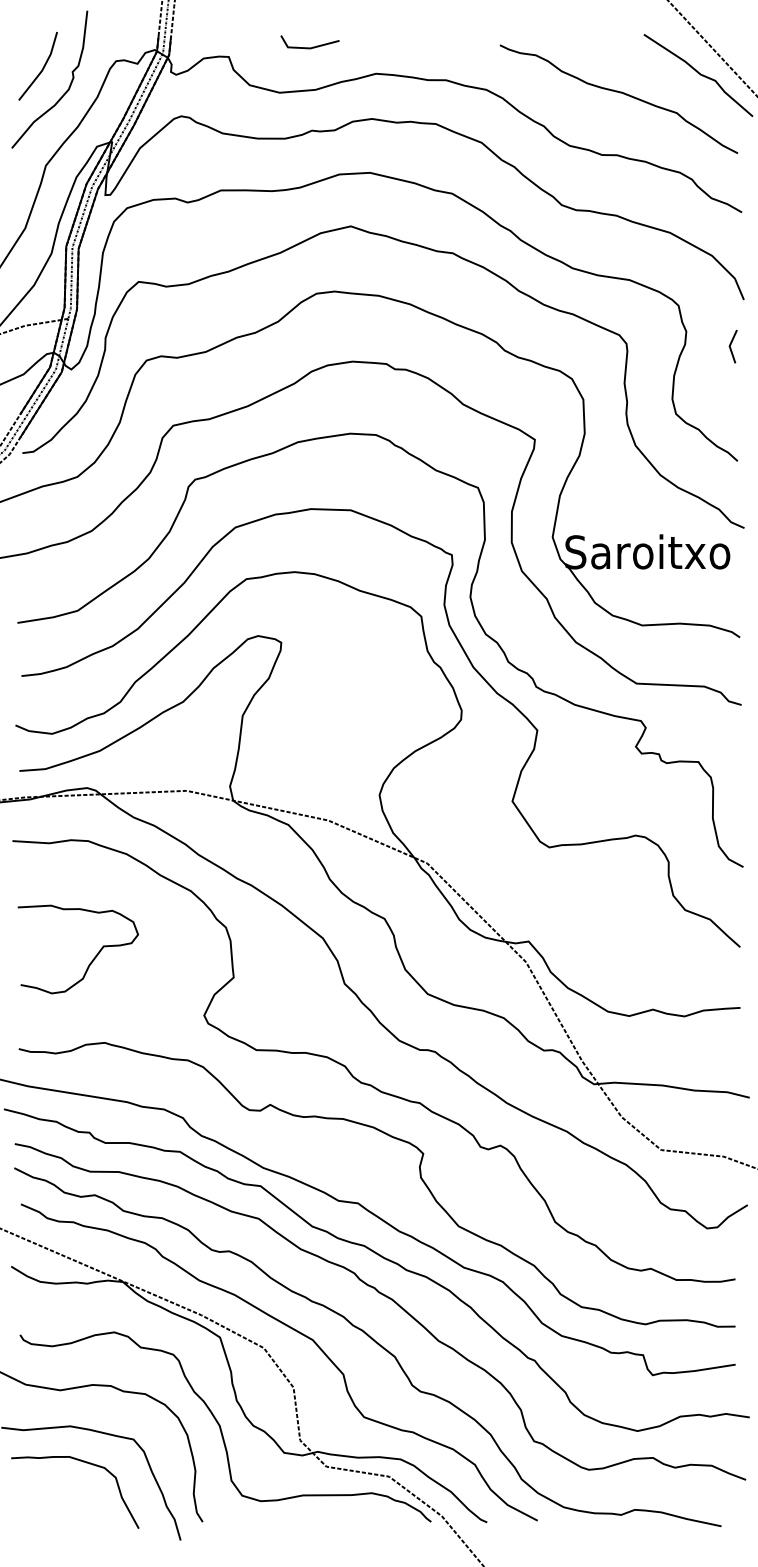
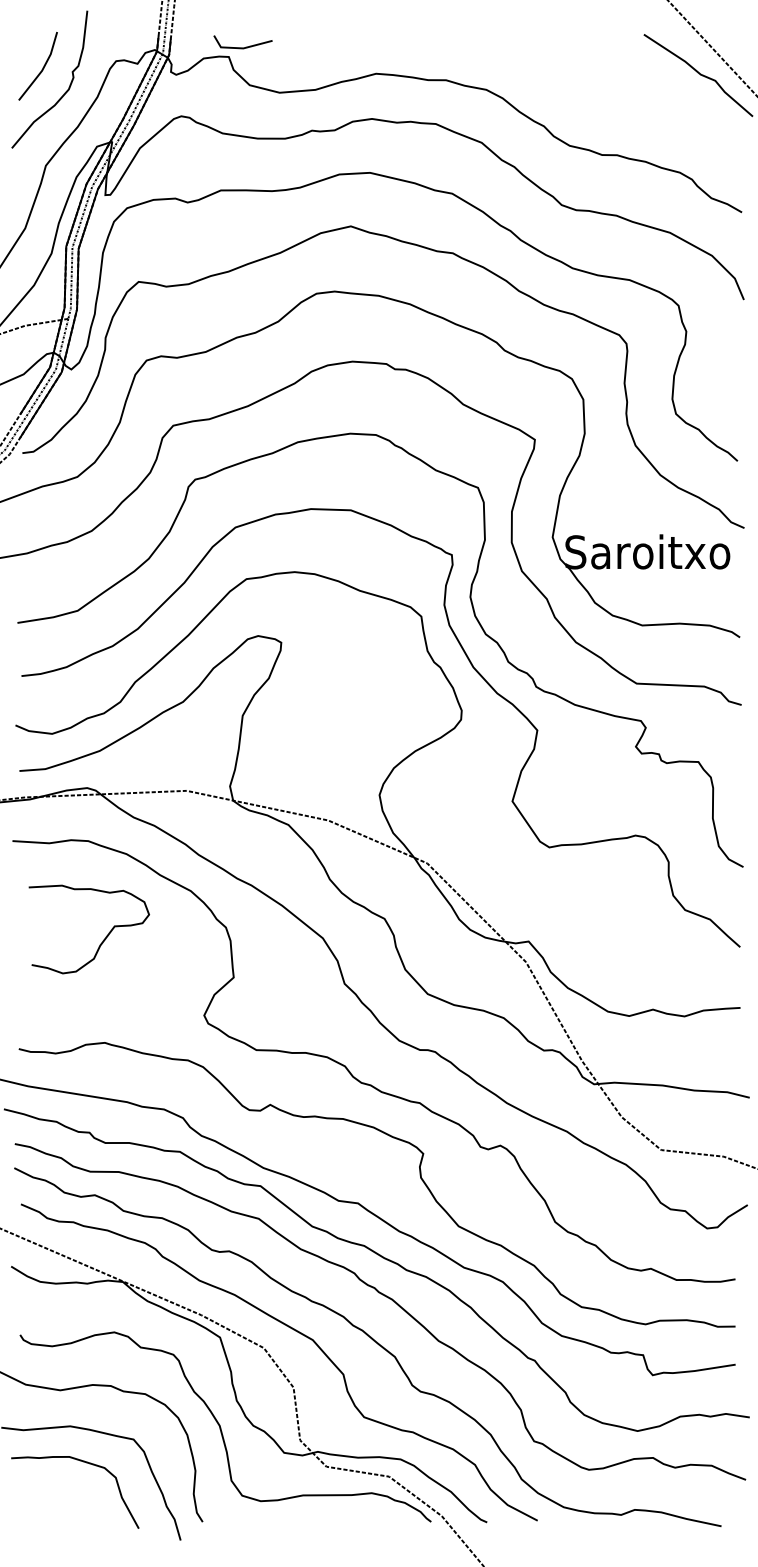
line at (309, 47) position: (309, 47) -> (242, 47)
curve at (619, 93): present -> none
line at (731, 347): present -> none
curve at (91, 960) position: (91, 960) -> (102, 940)
